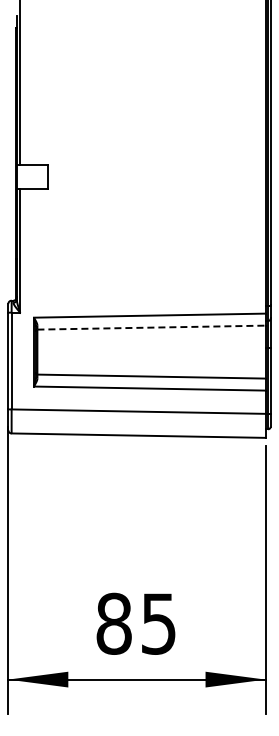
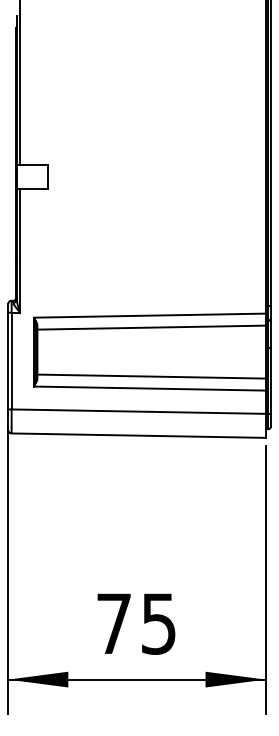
line at (151, 327): dashed -> solid
text at (113, 623): 85 -> 75
